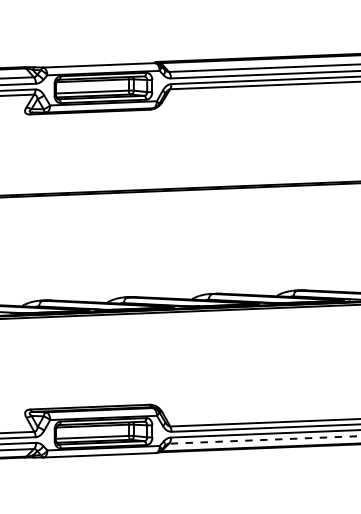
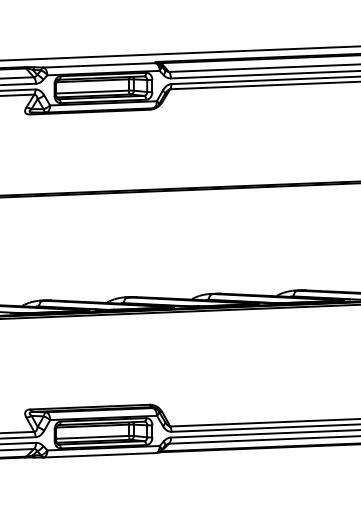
line at (179, 53): none -> present
line at (264, 439): dashed -> solid
